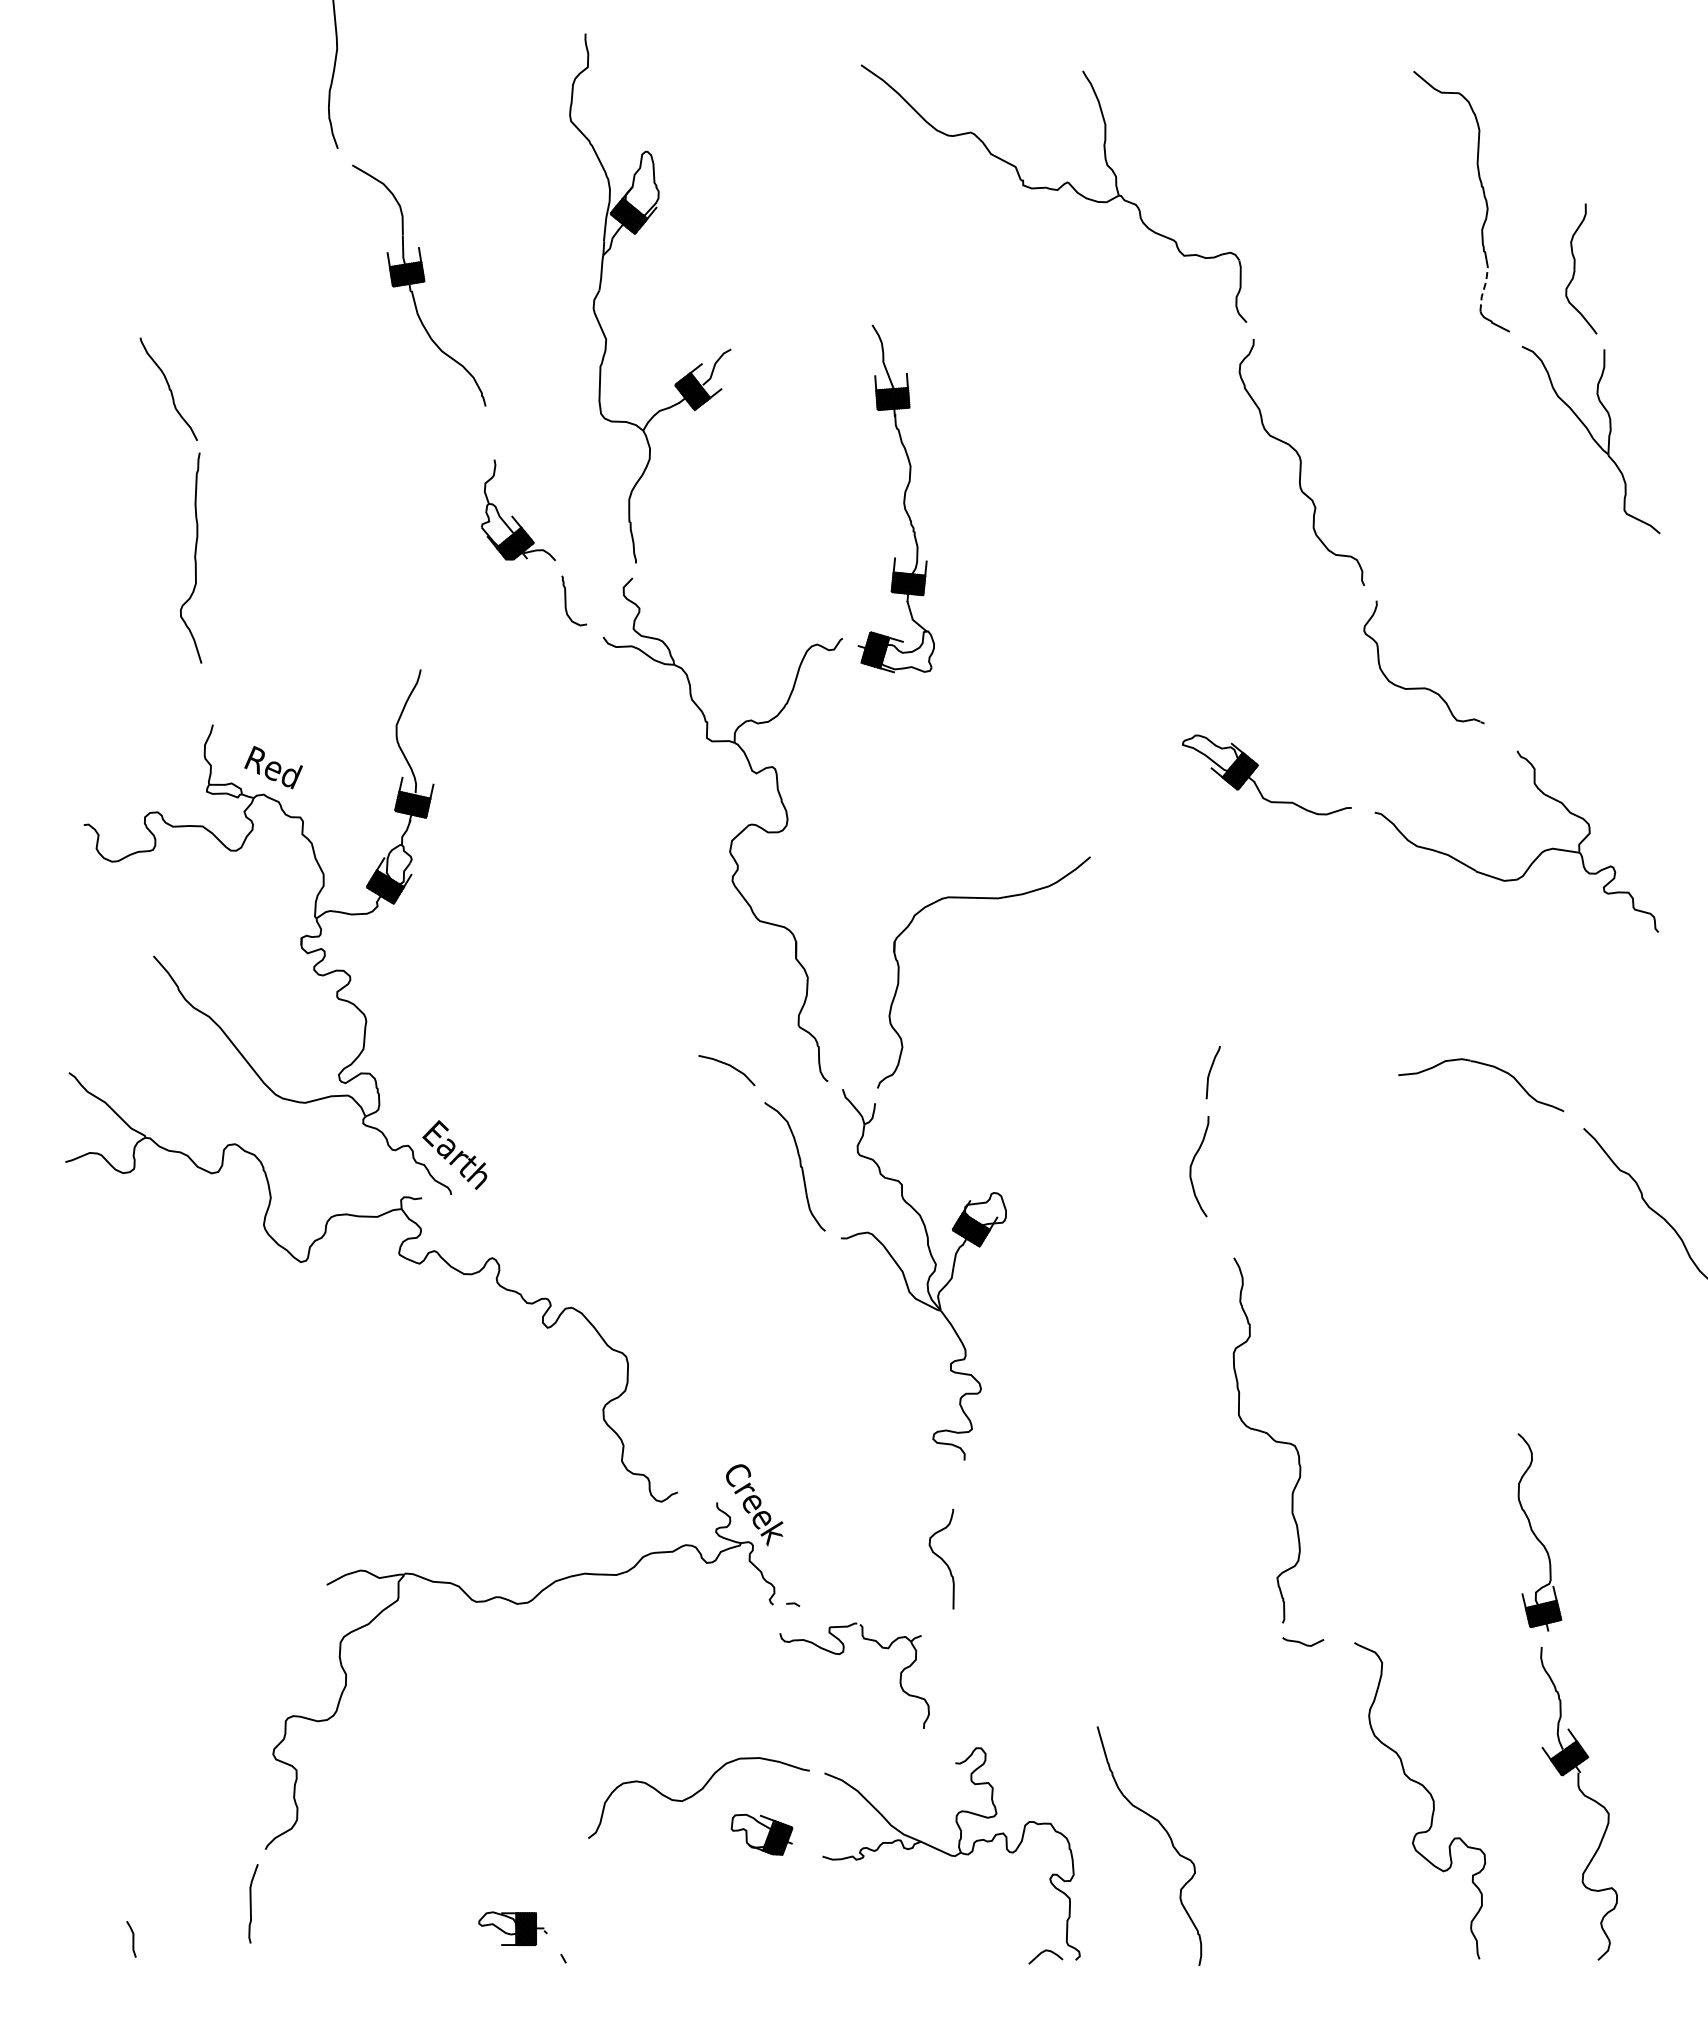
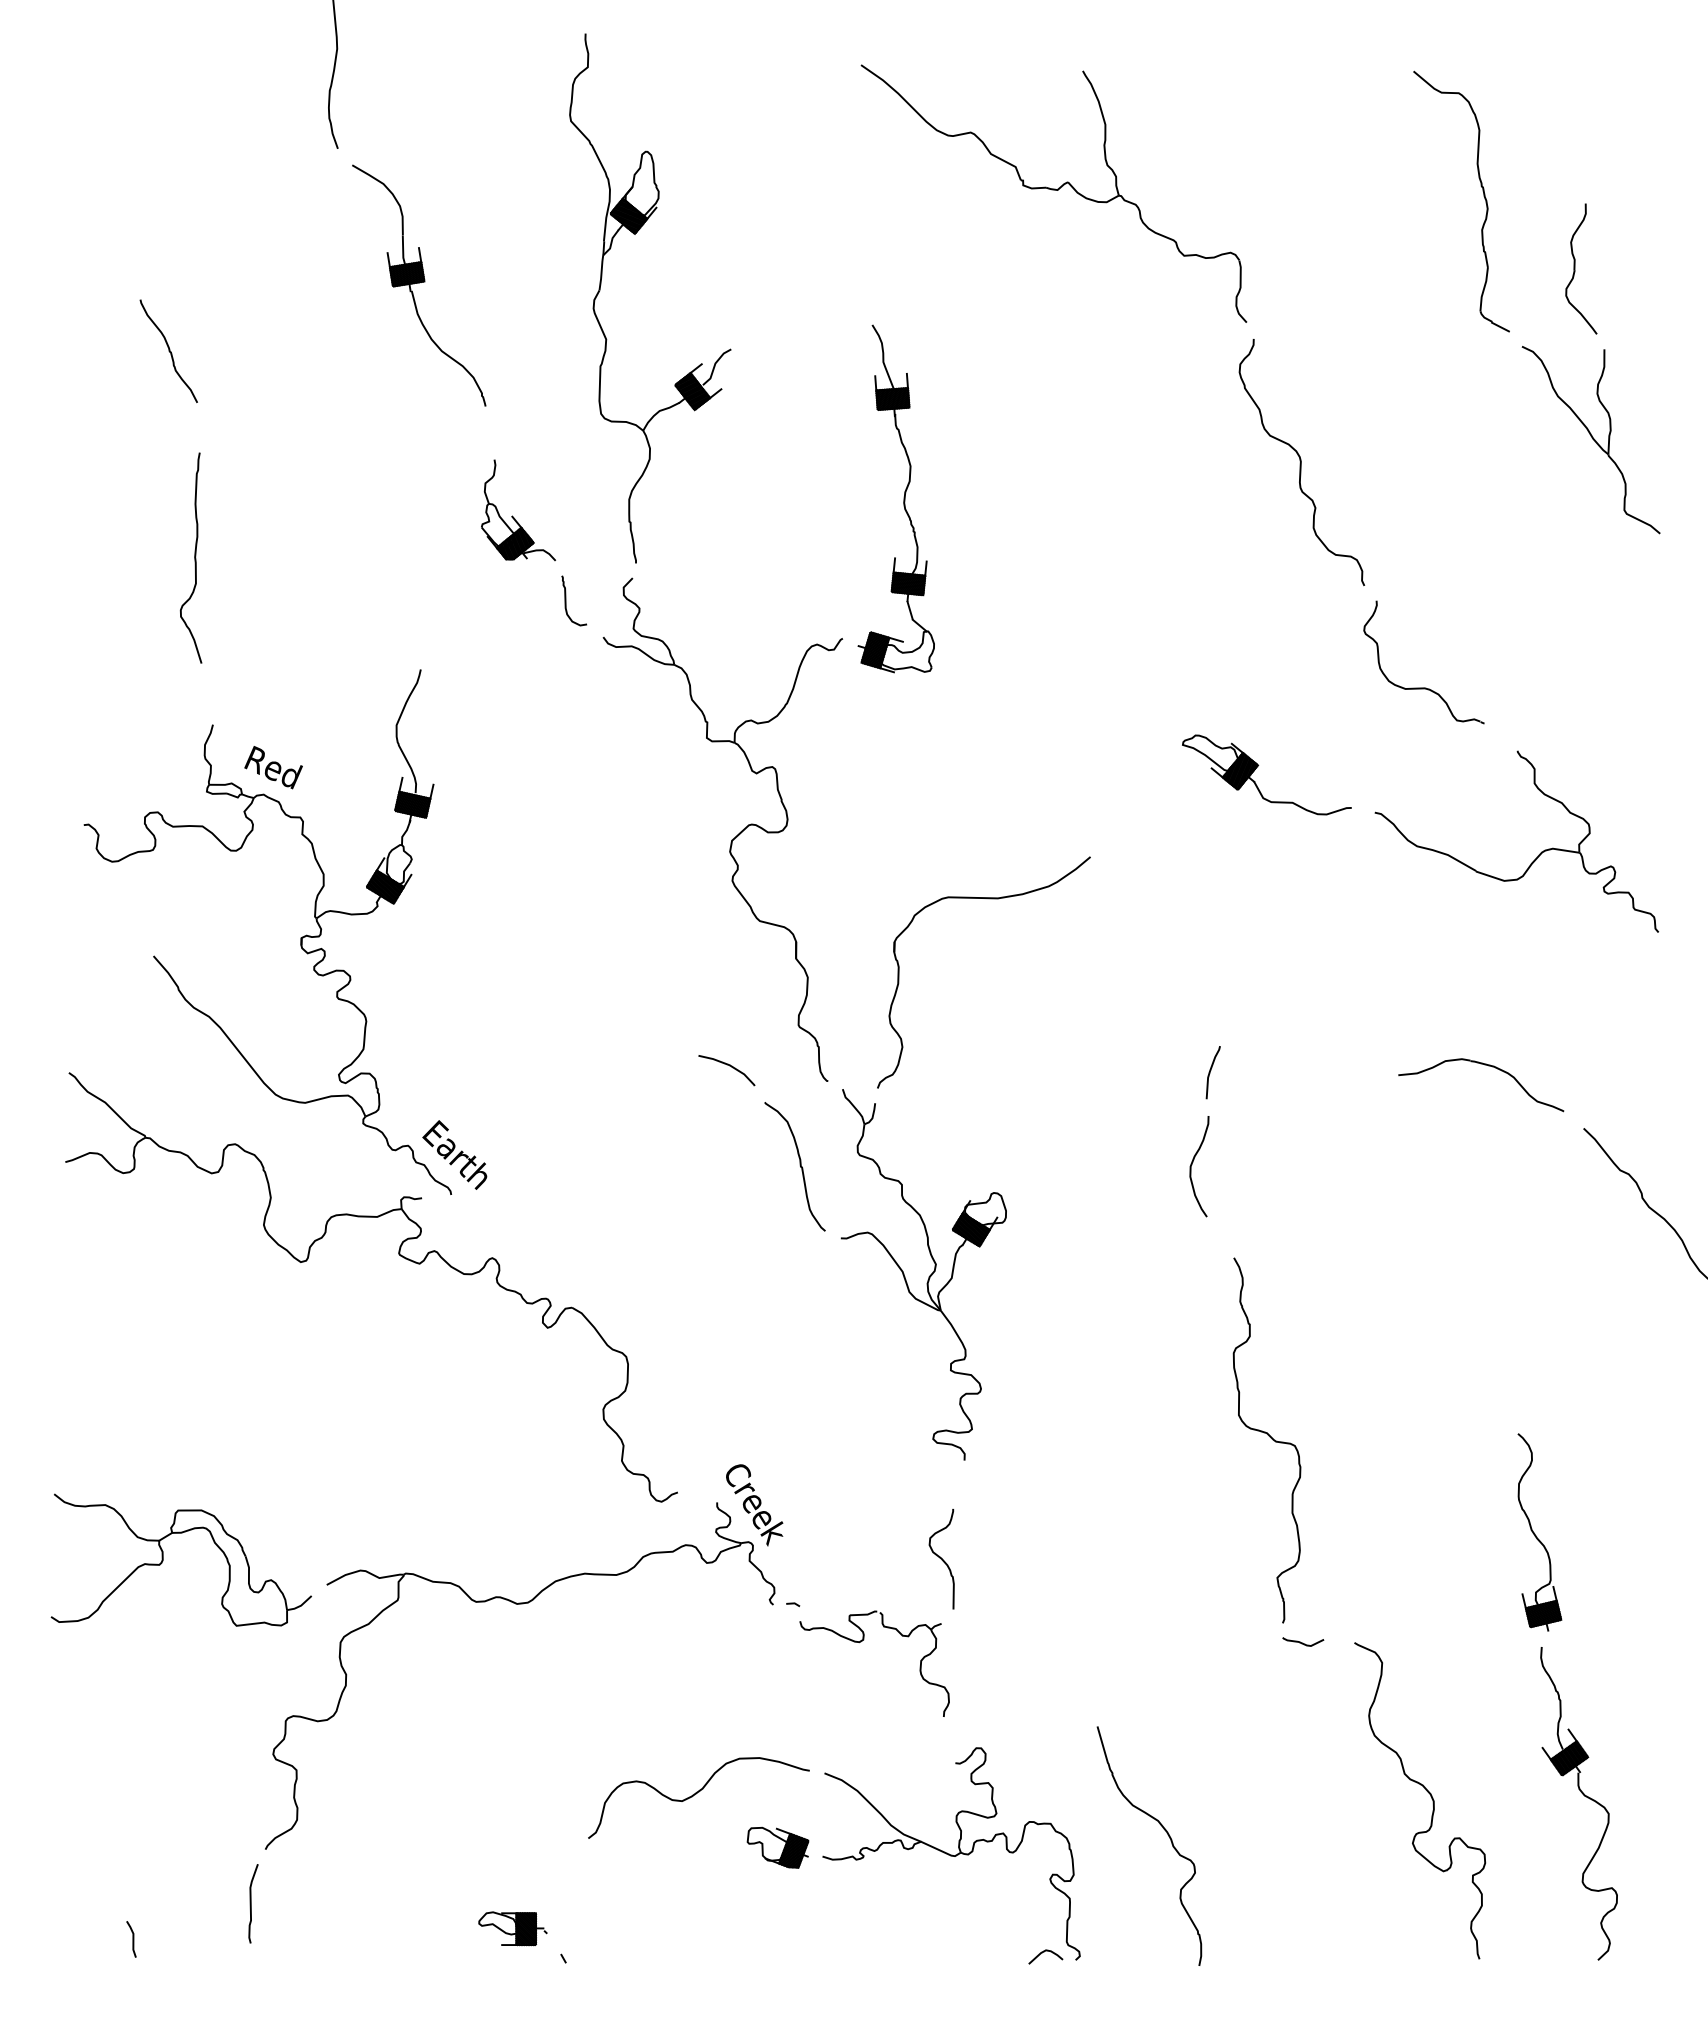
line at (1483, 289): dashed -> solid
curve at (168, 388) position: (168, 388) -> (168, 350)
part at (163, 1559): none -> present
part at (839, 1655) position: (839, 1655) -> (859, 1643)
part at (761, 1834) position: (761, 1834) -> (777, 1847)
